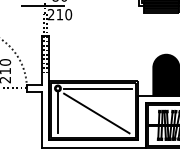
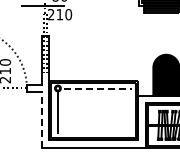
line at (98, 88): solid -> dashed
line at (96, 113): present -> none
line at (41, 119): solid -> dashed
